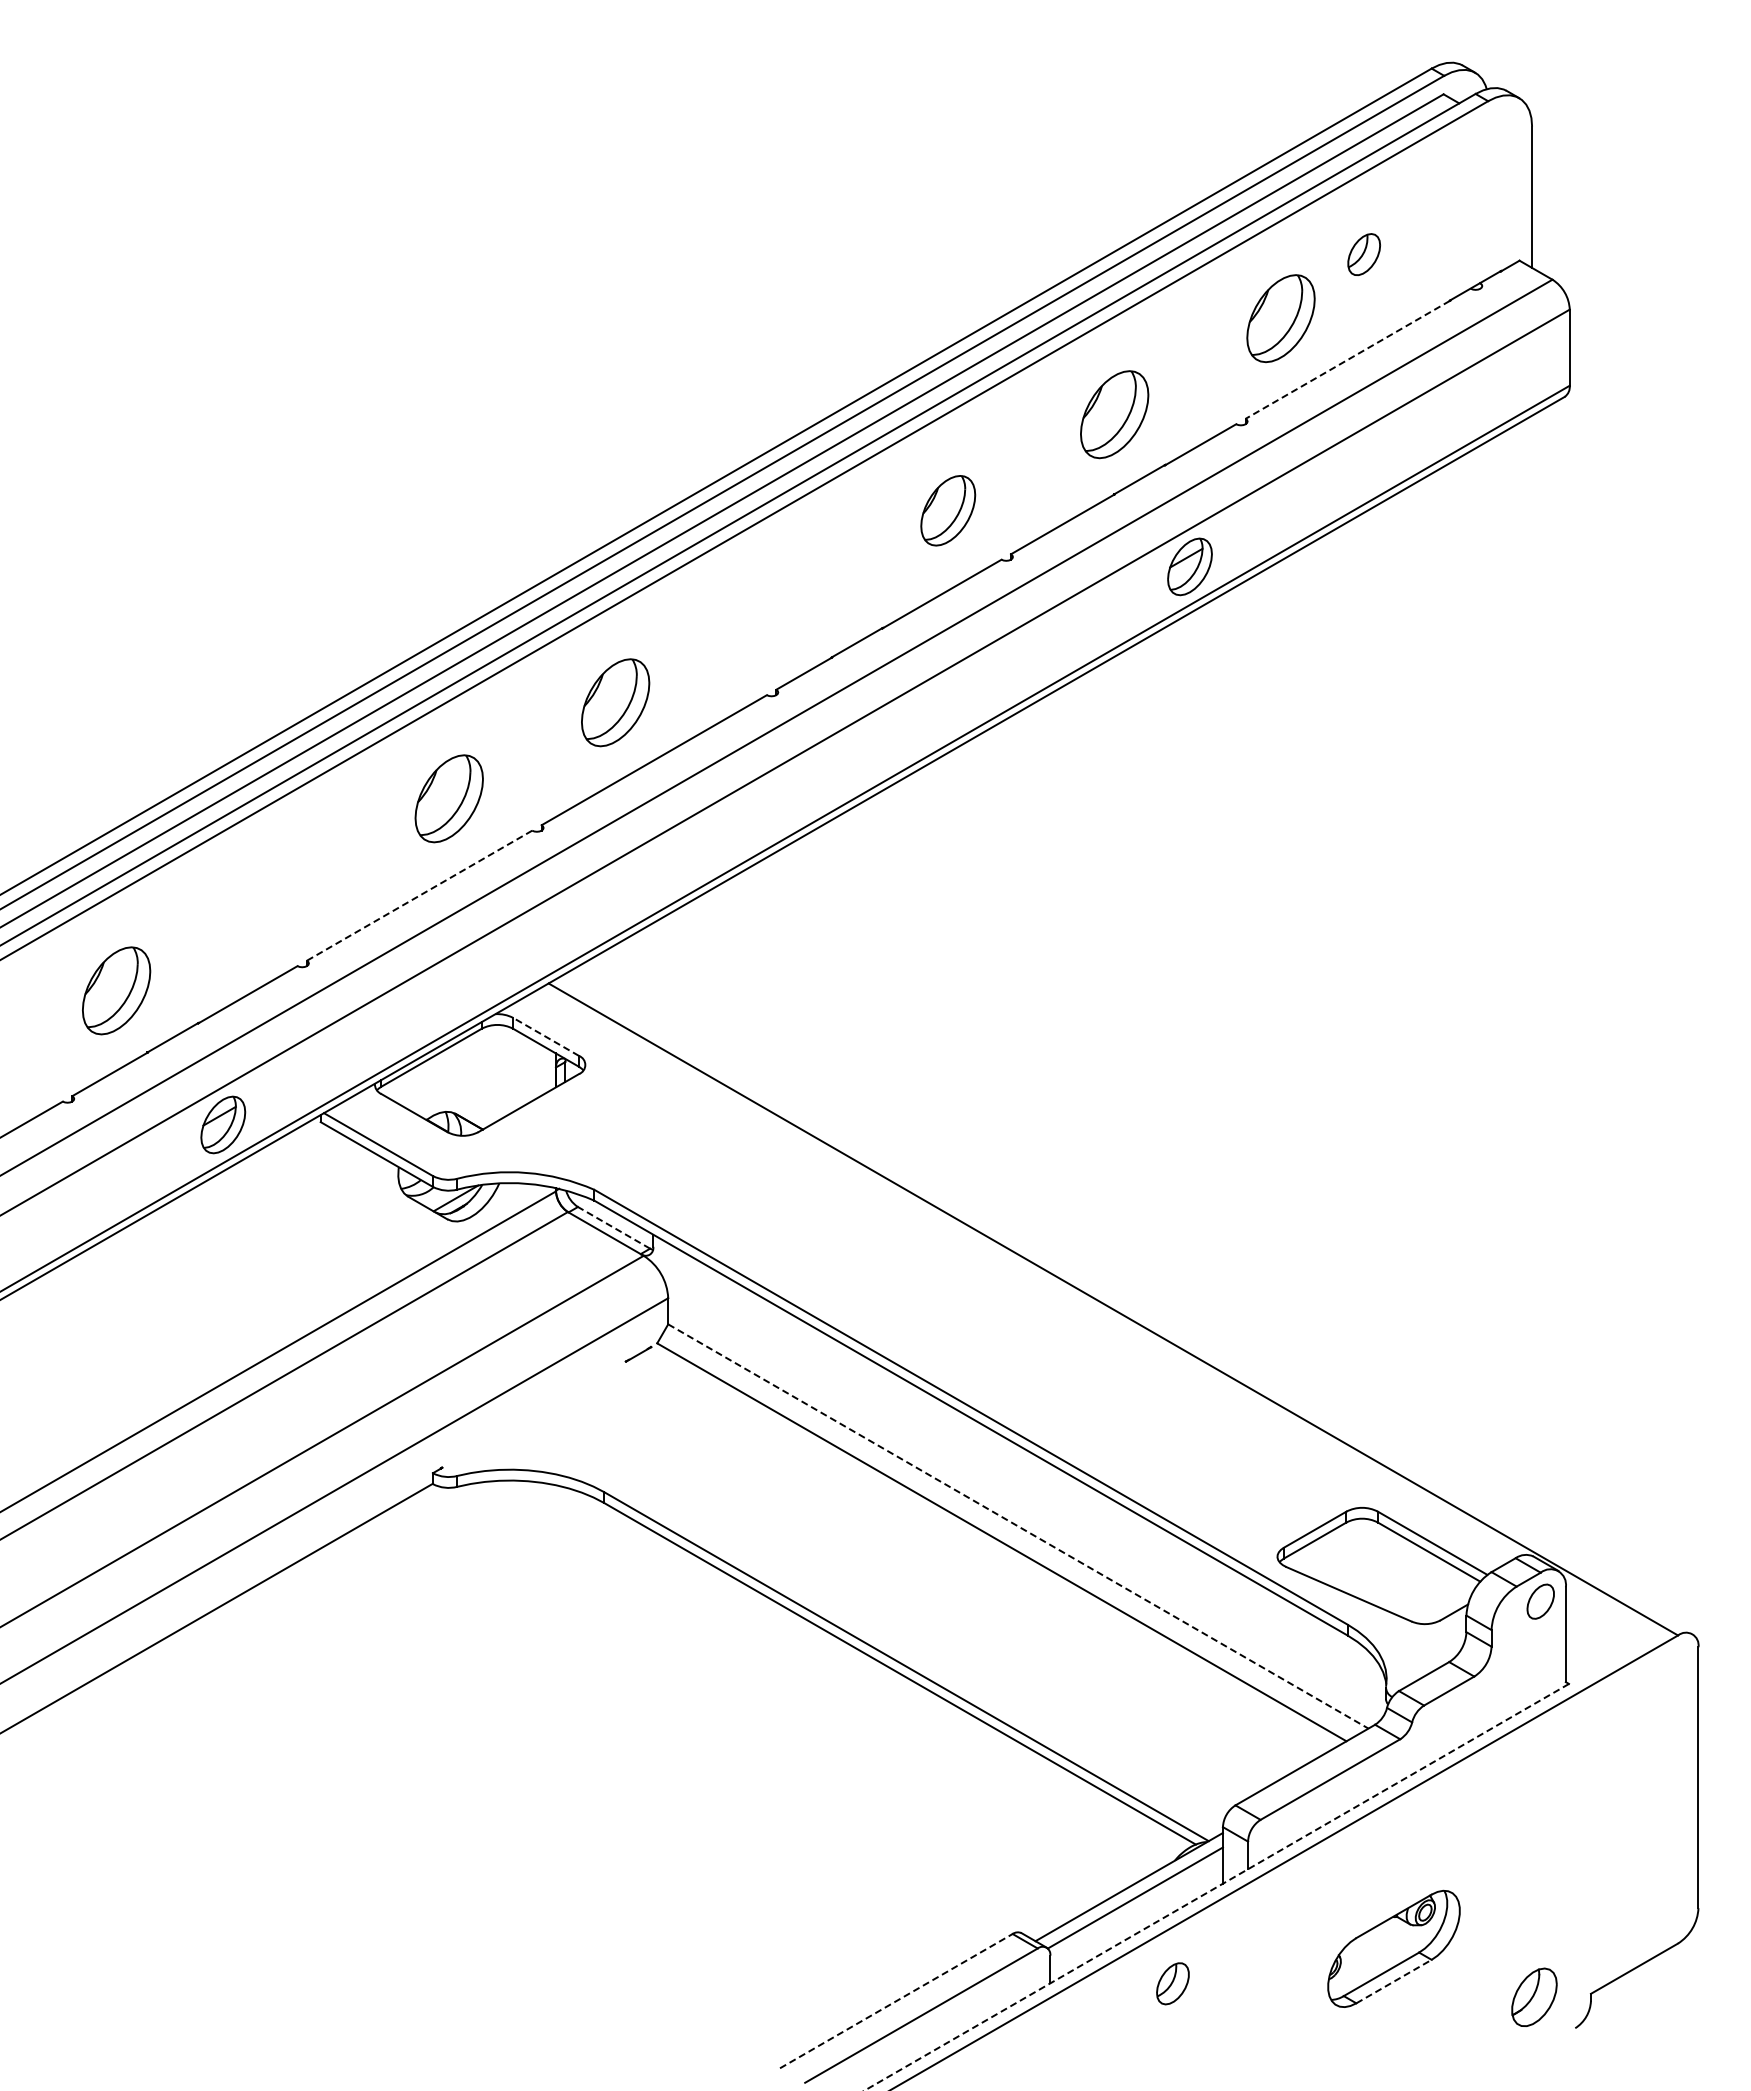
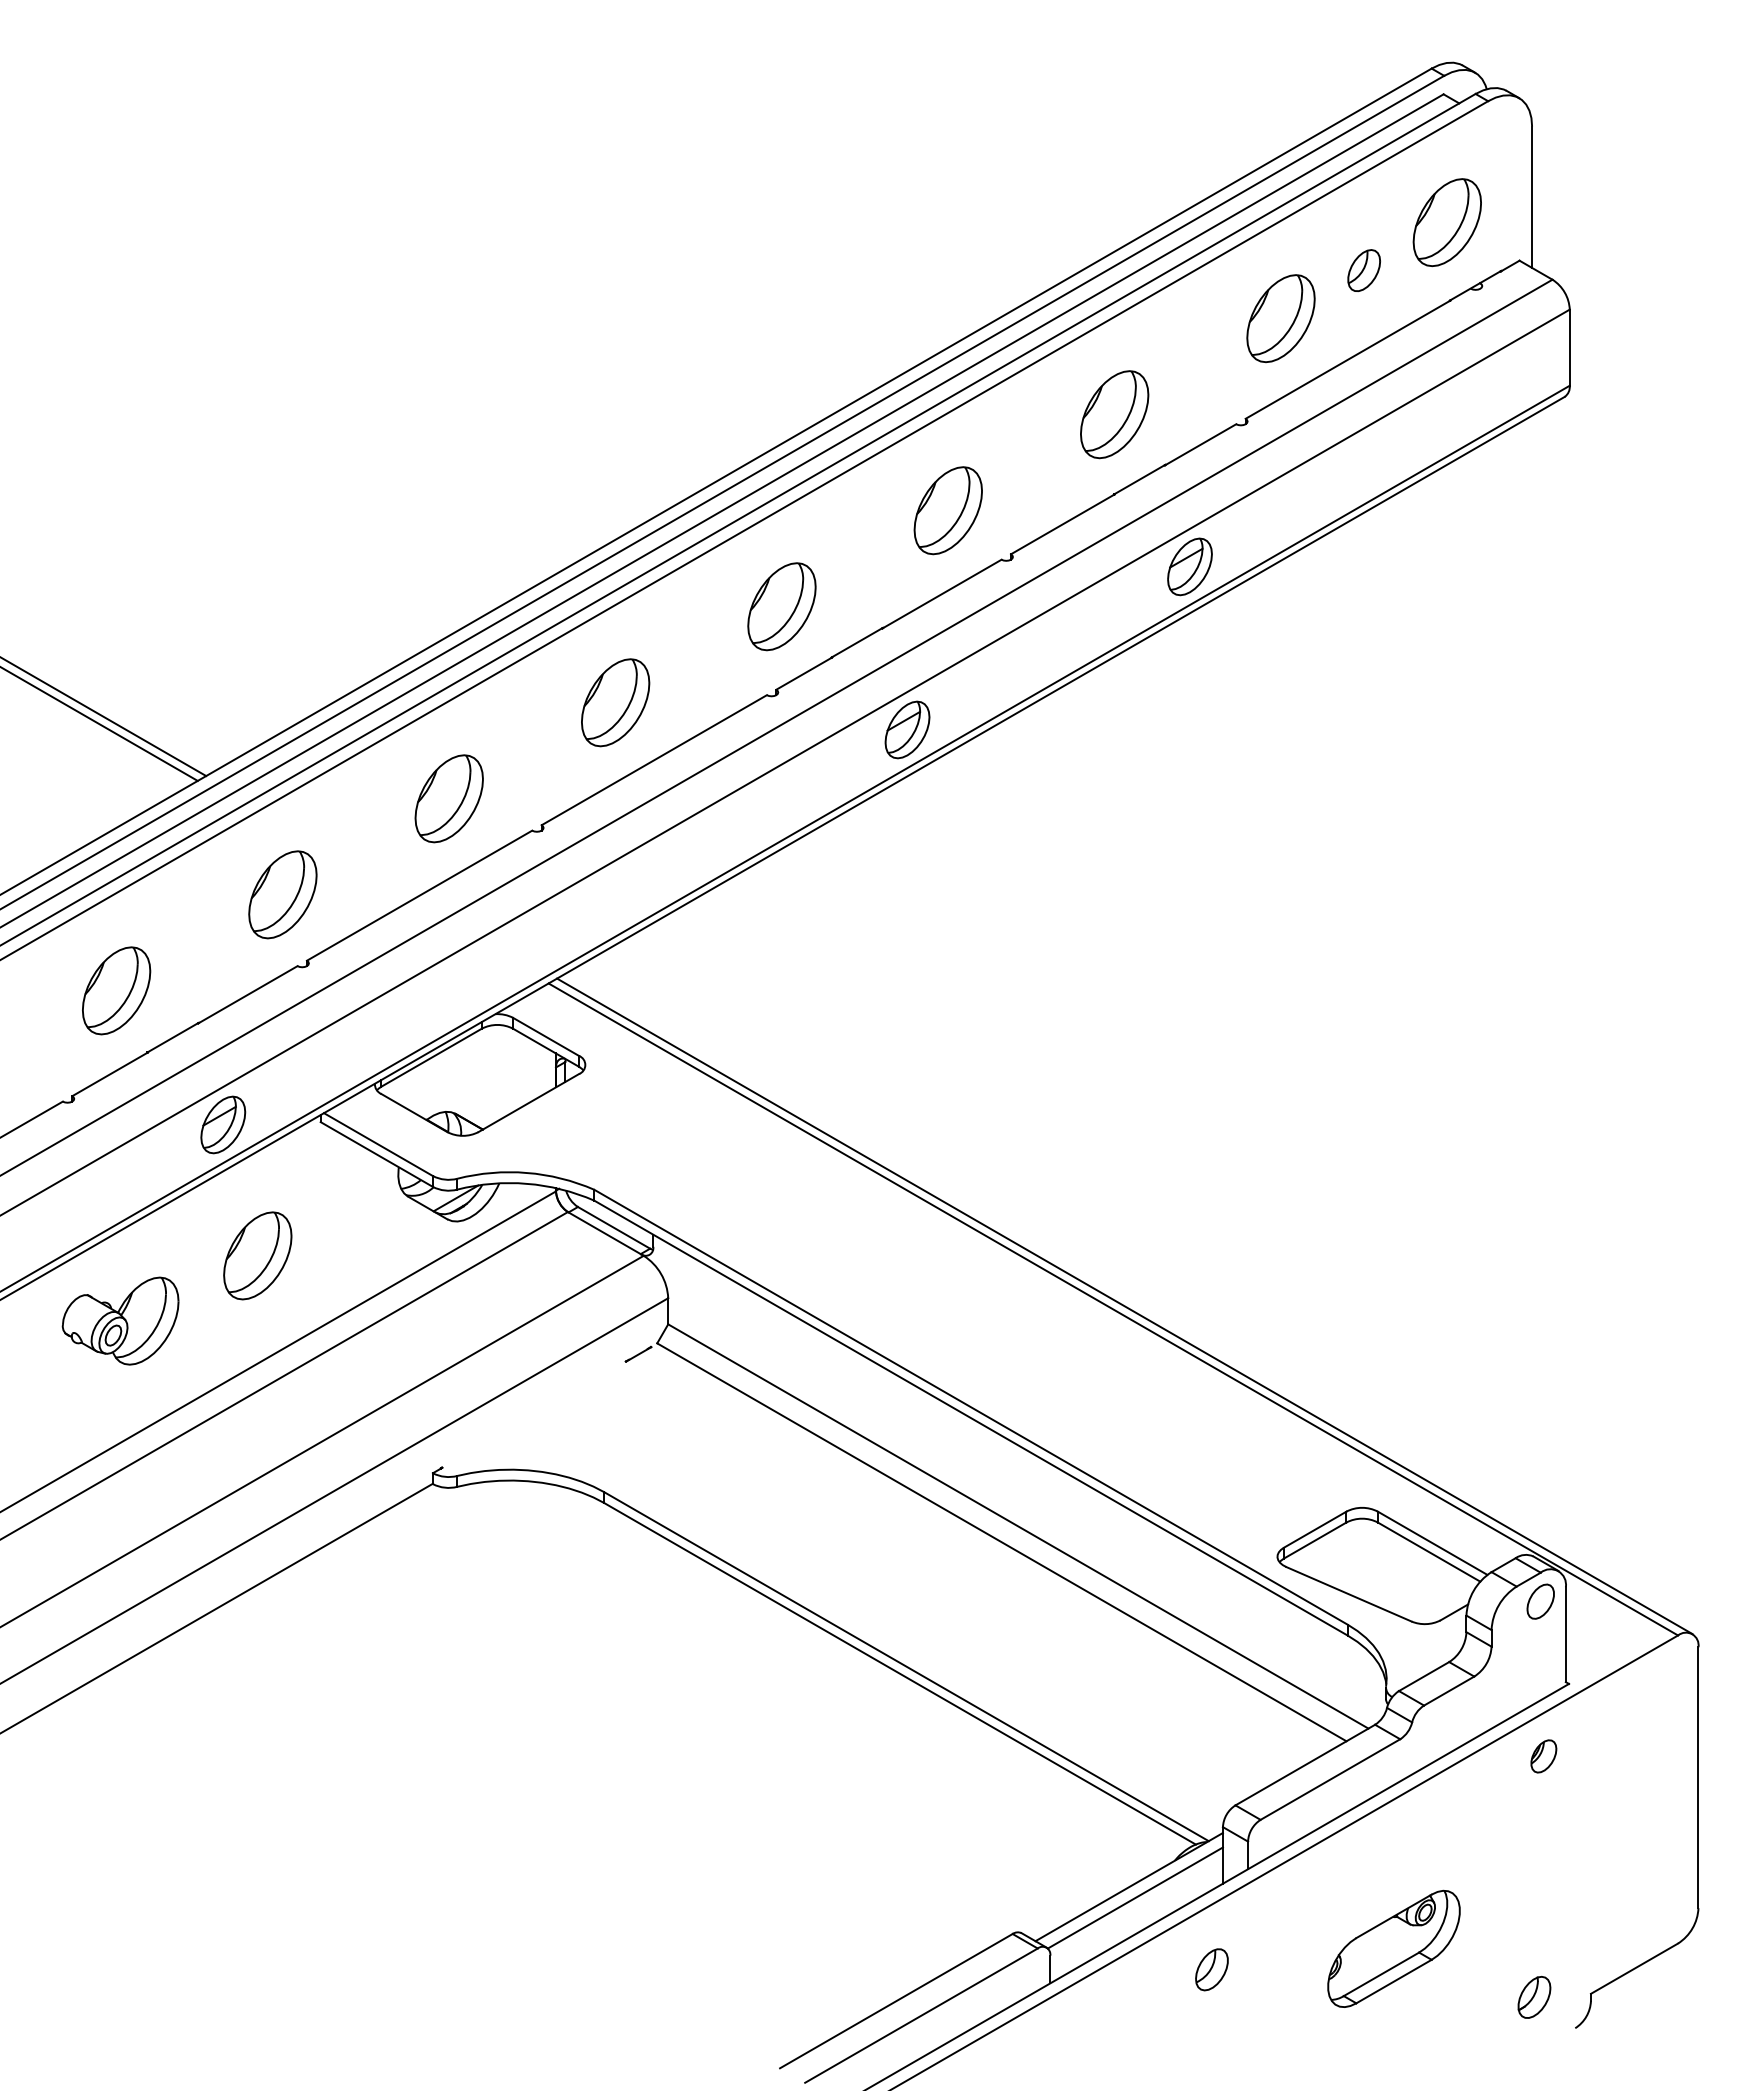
part at (1446, 222): none -> present
part at (1363, 254) position: (1363, 254) -> (1363, 270)
line at (1347, 359): dashed -> solid
part at (948, 510) size: 57x72 px -> 70x90 px
part at (781, 606): none -> present
line at (104, 717): none -> present
line at (99, 724): none -> present
part at (907, 729): none -> present
part at (282, 894): none -> present
line at (419, 895): dashed -> solid
line at (545, 1036): dashed -> solid
line at (614, 1227): dashed -> solid
part at (257, 1255): none -> present
line at (1124, 1306): none -> present
part at (120, 1320): none -> present
line at (1018, 1526): dashed -> solid
part at (1543, 1756): none -> present
line at (1216, 1887): dashed -> solid
line at (1394, 1981): dashed -> solid
part at (1172, 1983) position: (1172, 1983) -> (1211, 1969)
part at (1534, 1996) size: 47x60 px -> 35x43 px
line at (896, 2000): dashed -> solid
